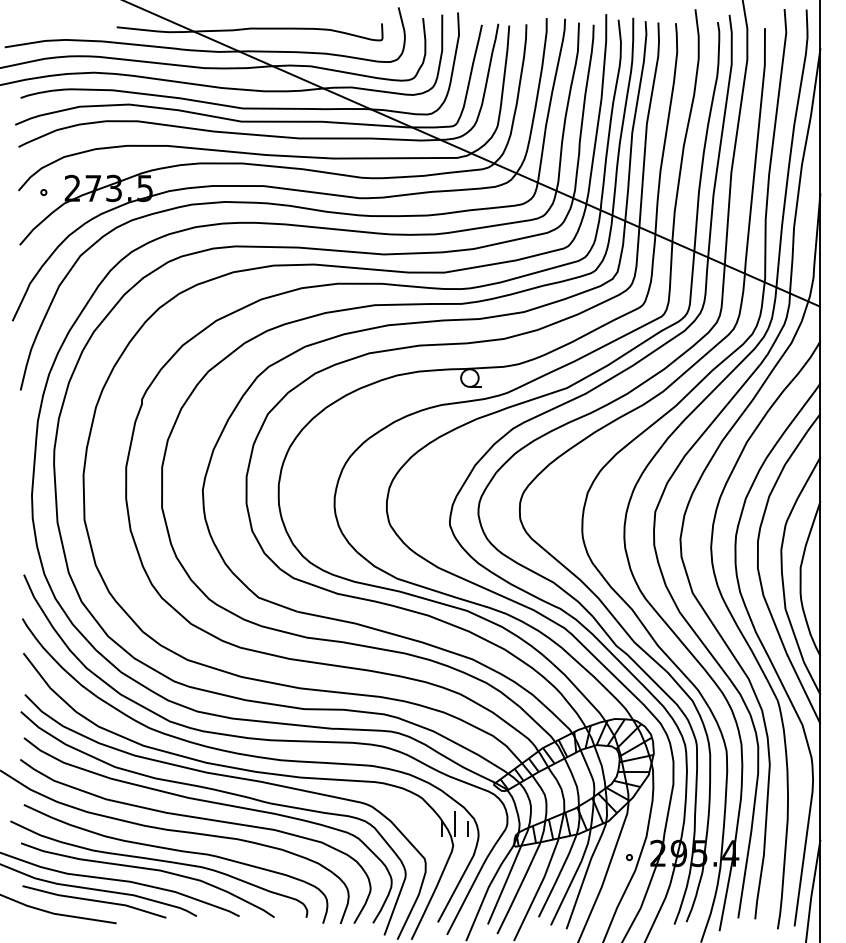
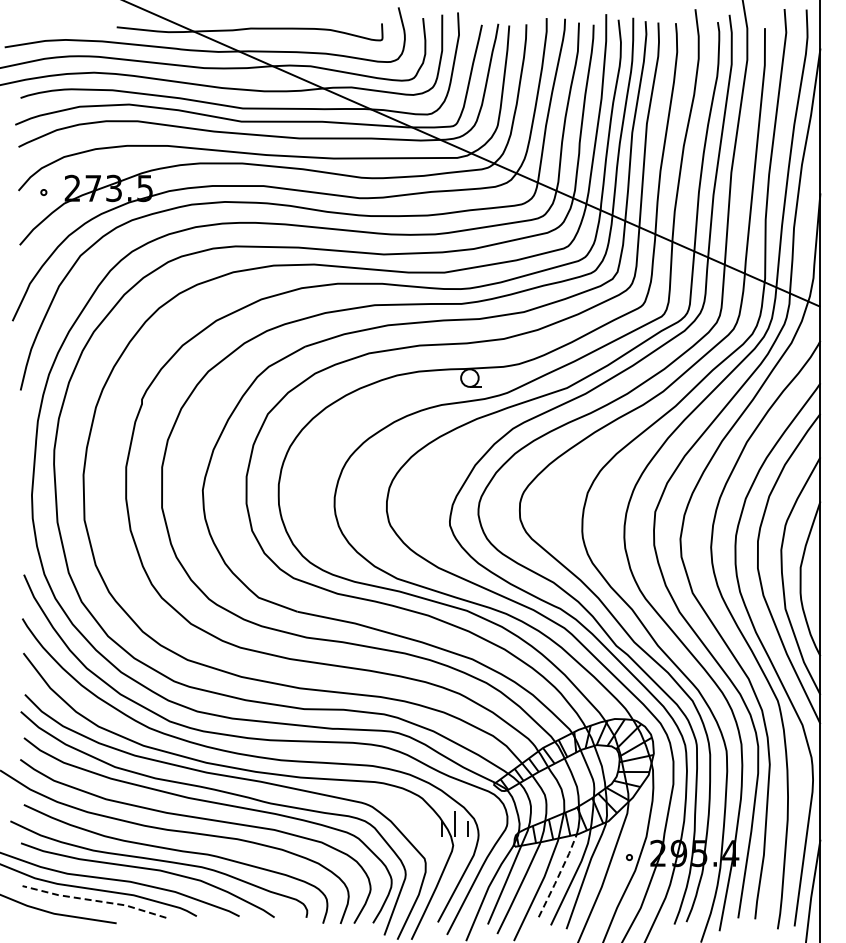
line at (558, 875): solid -> dashed
line at (94, 900): solid -> dashed
